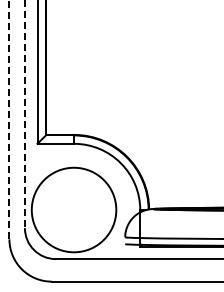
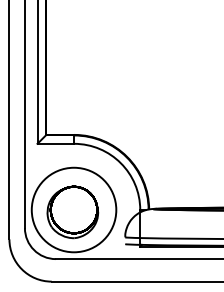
line at (24, 114): dashed -> solid
line at (9, 119): dashed -> solid
part at (72, 212): none -> present
